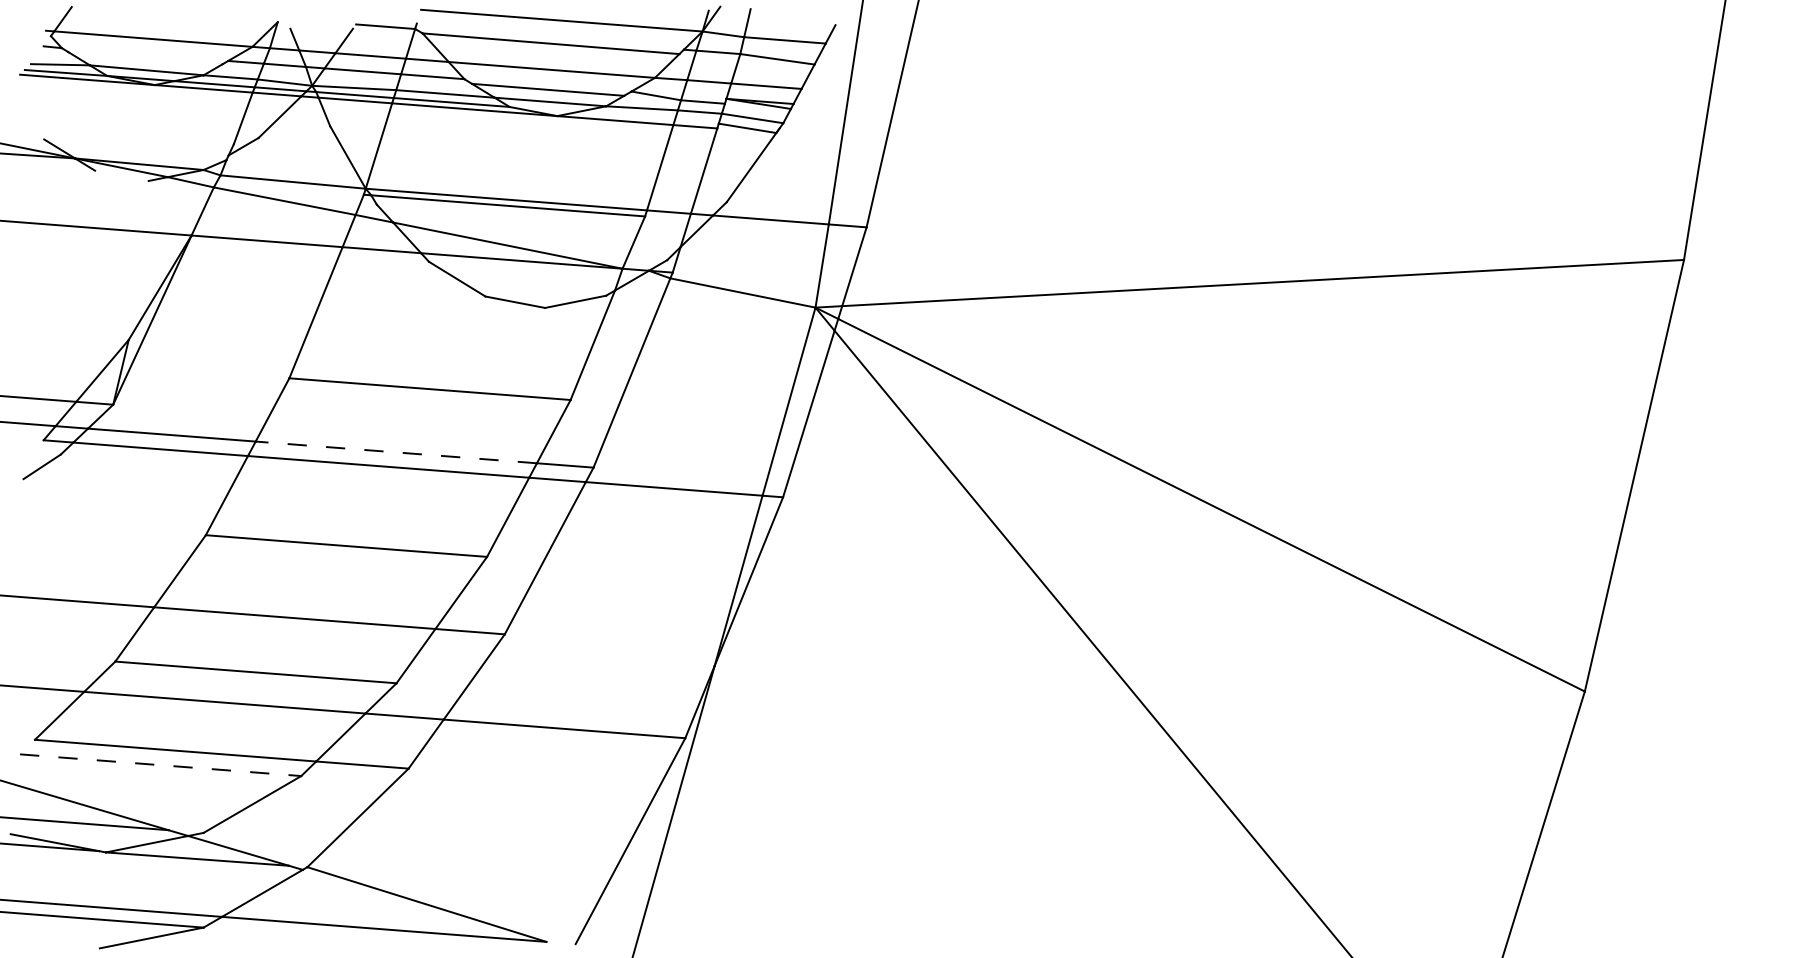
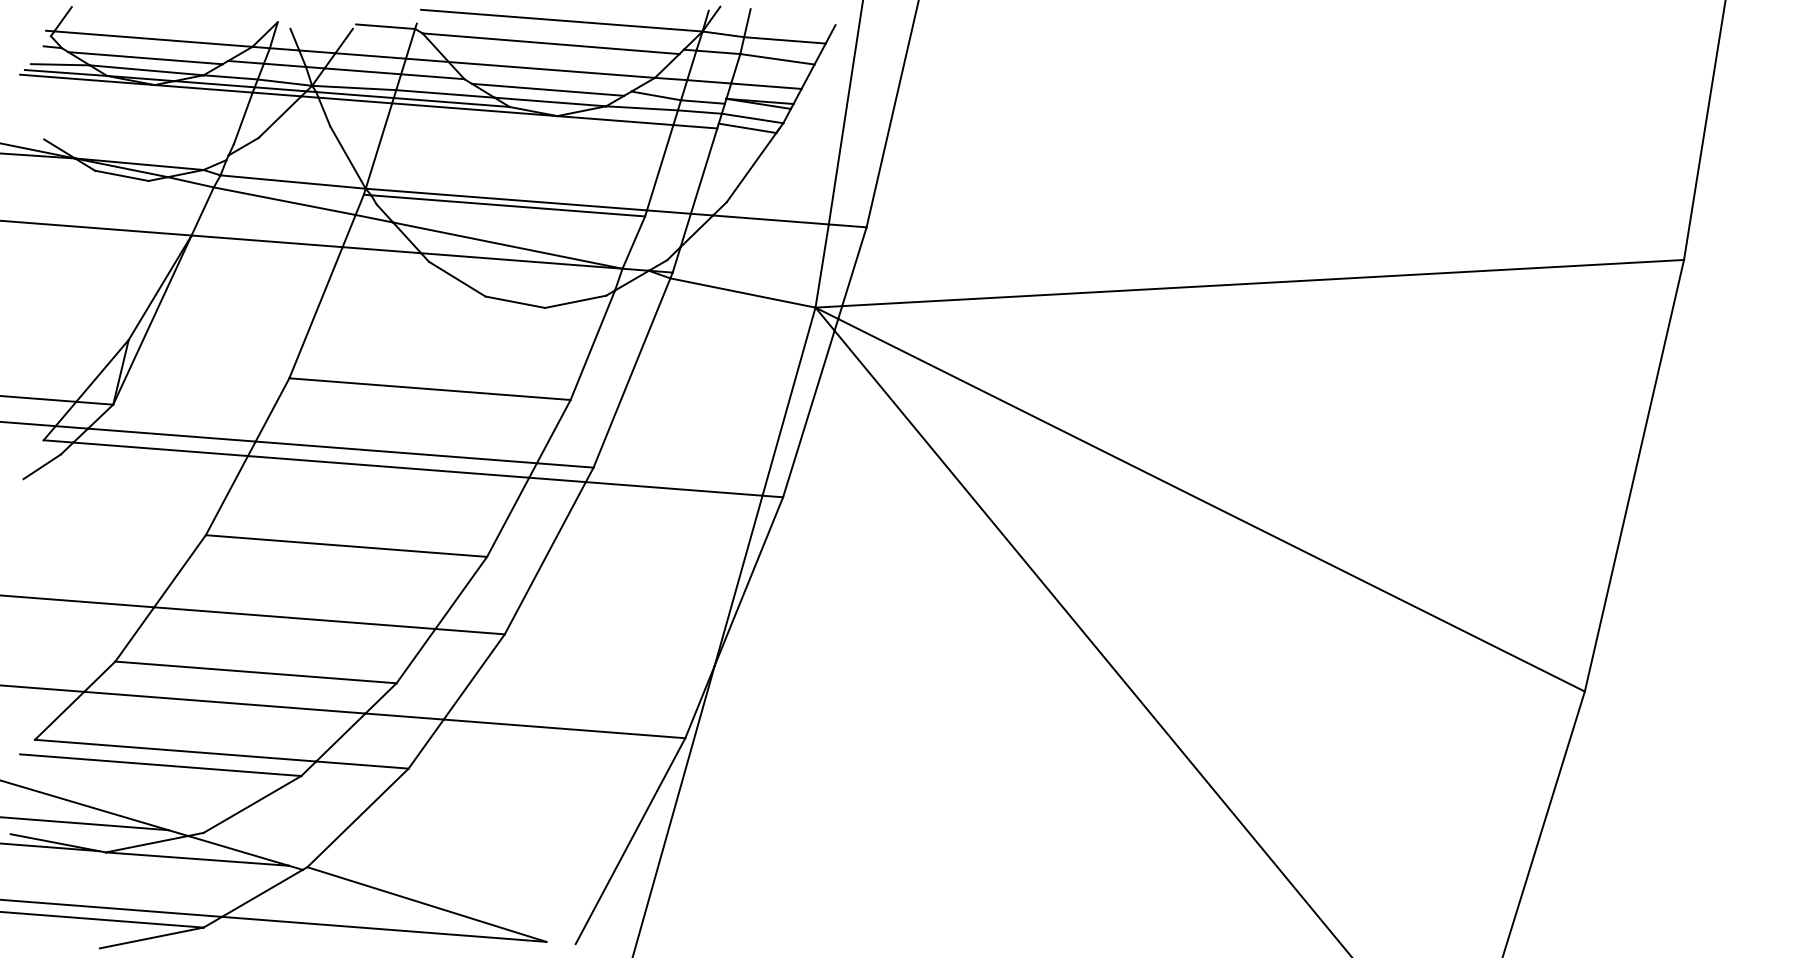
line at (145, 58): none -> present
line at (121, 175): none -> present
line at (395, 452): dashed -> solid
line at (161, 765): dashed -> solid
